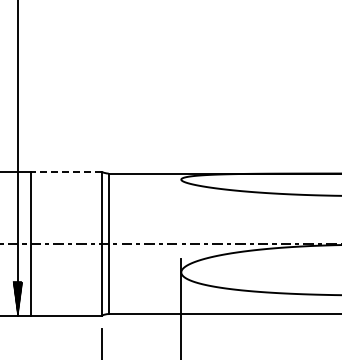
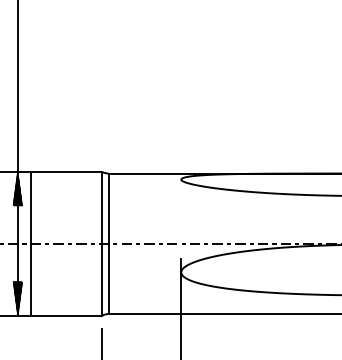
line at (66, 172): dashed -> solid
hatch at (17, 188): none -> present
